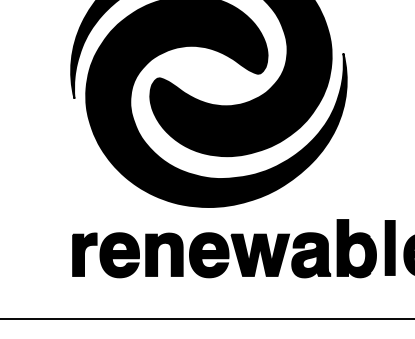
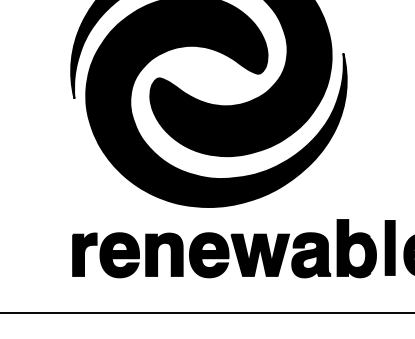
line at (206, 318) position: (206, 318) -> (206, 312)
